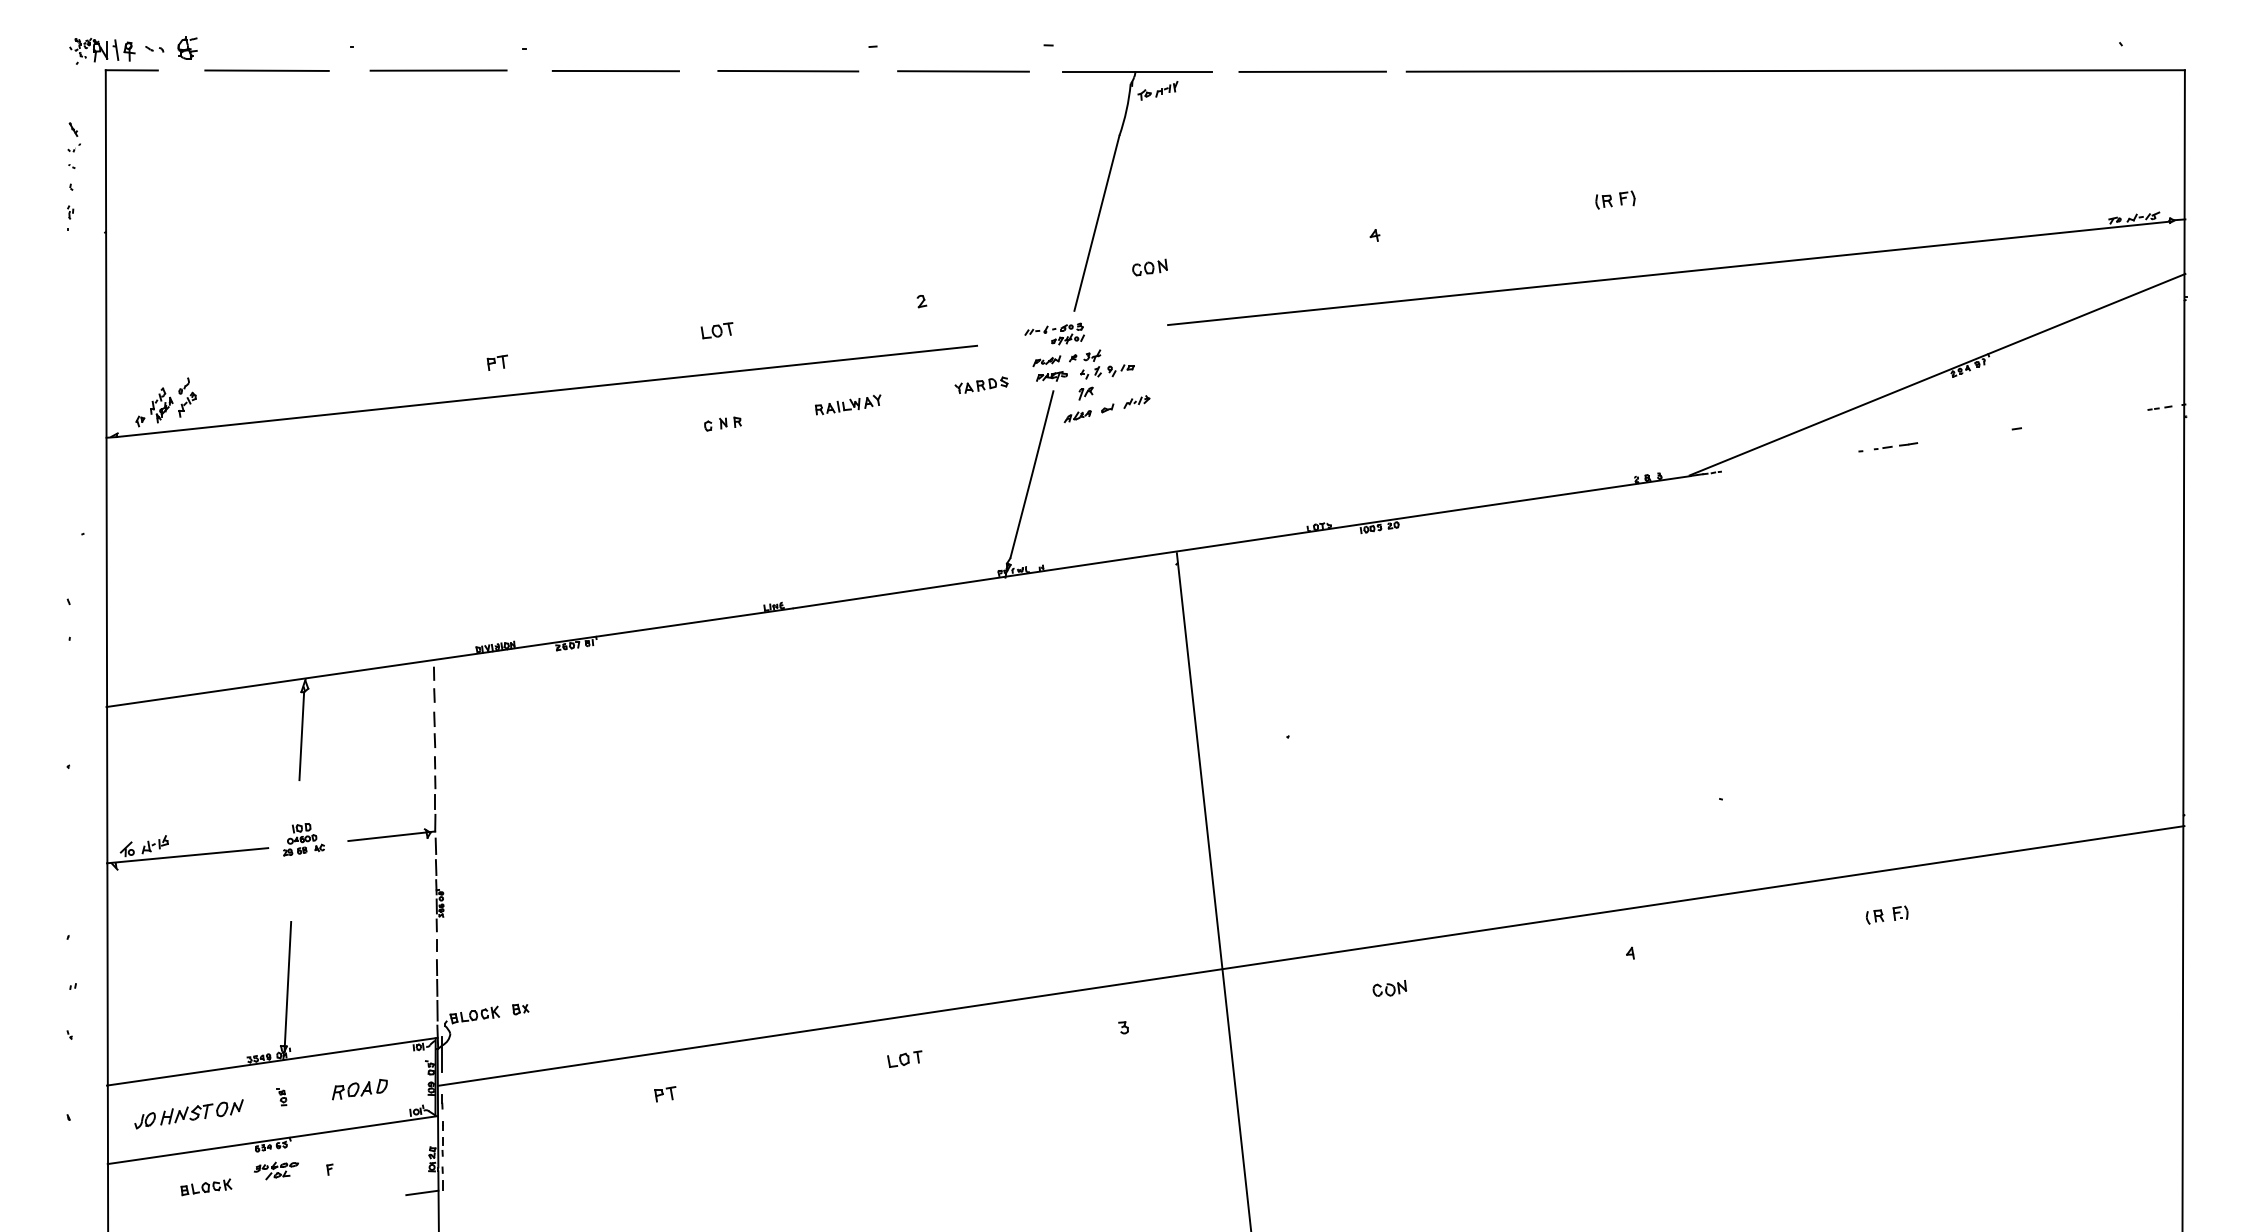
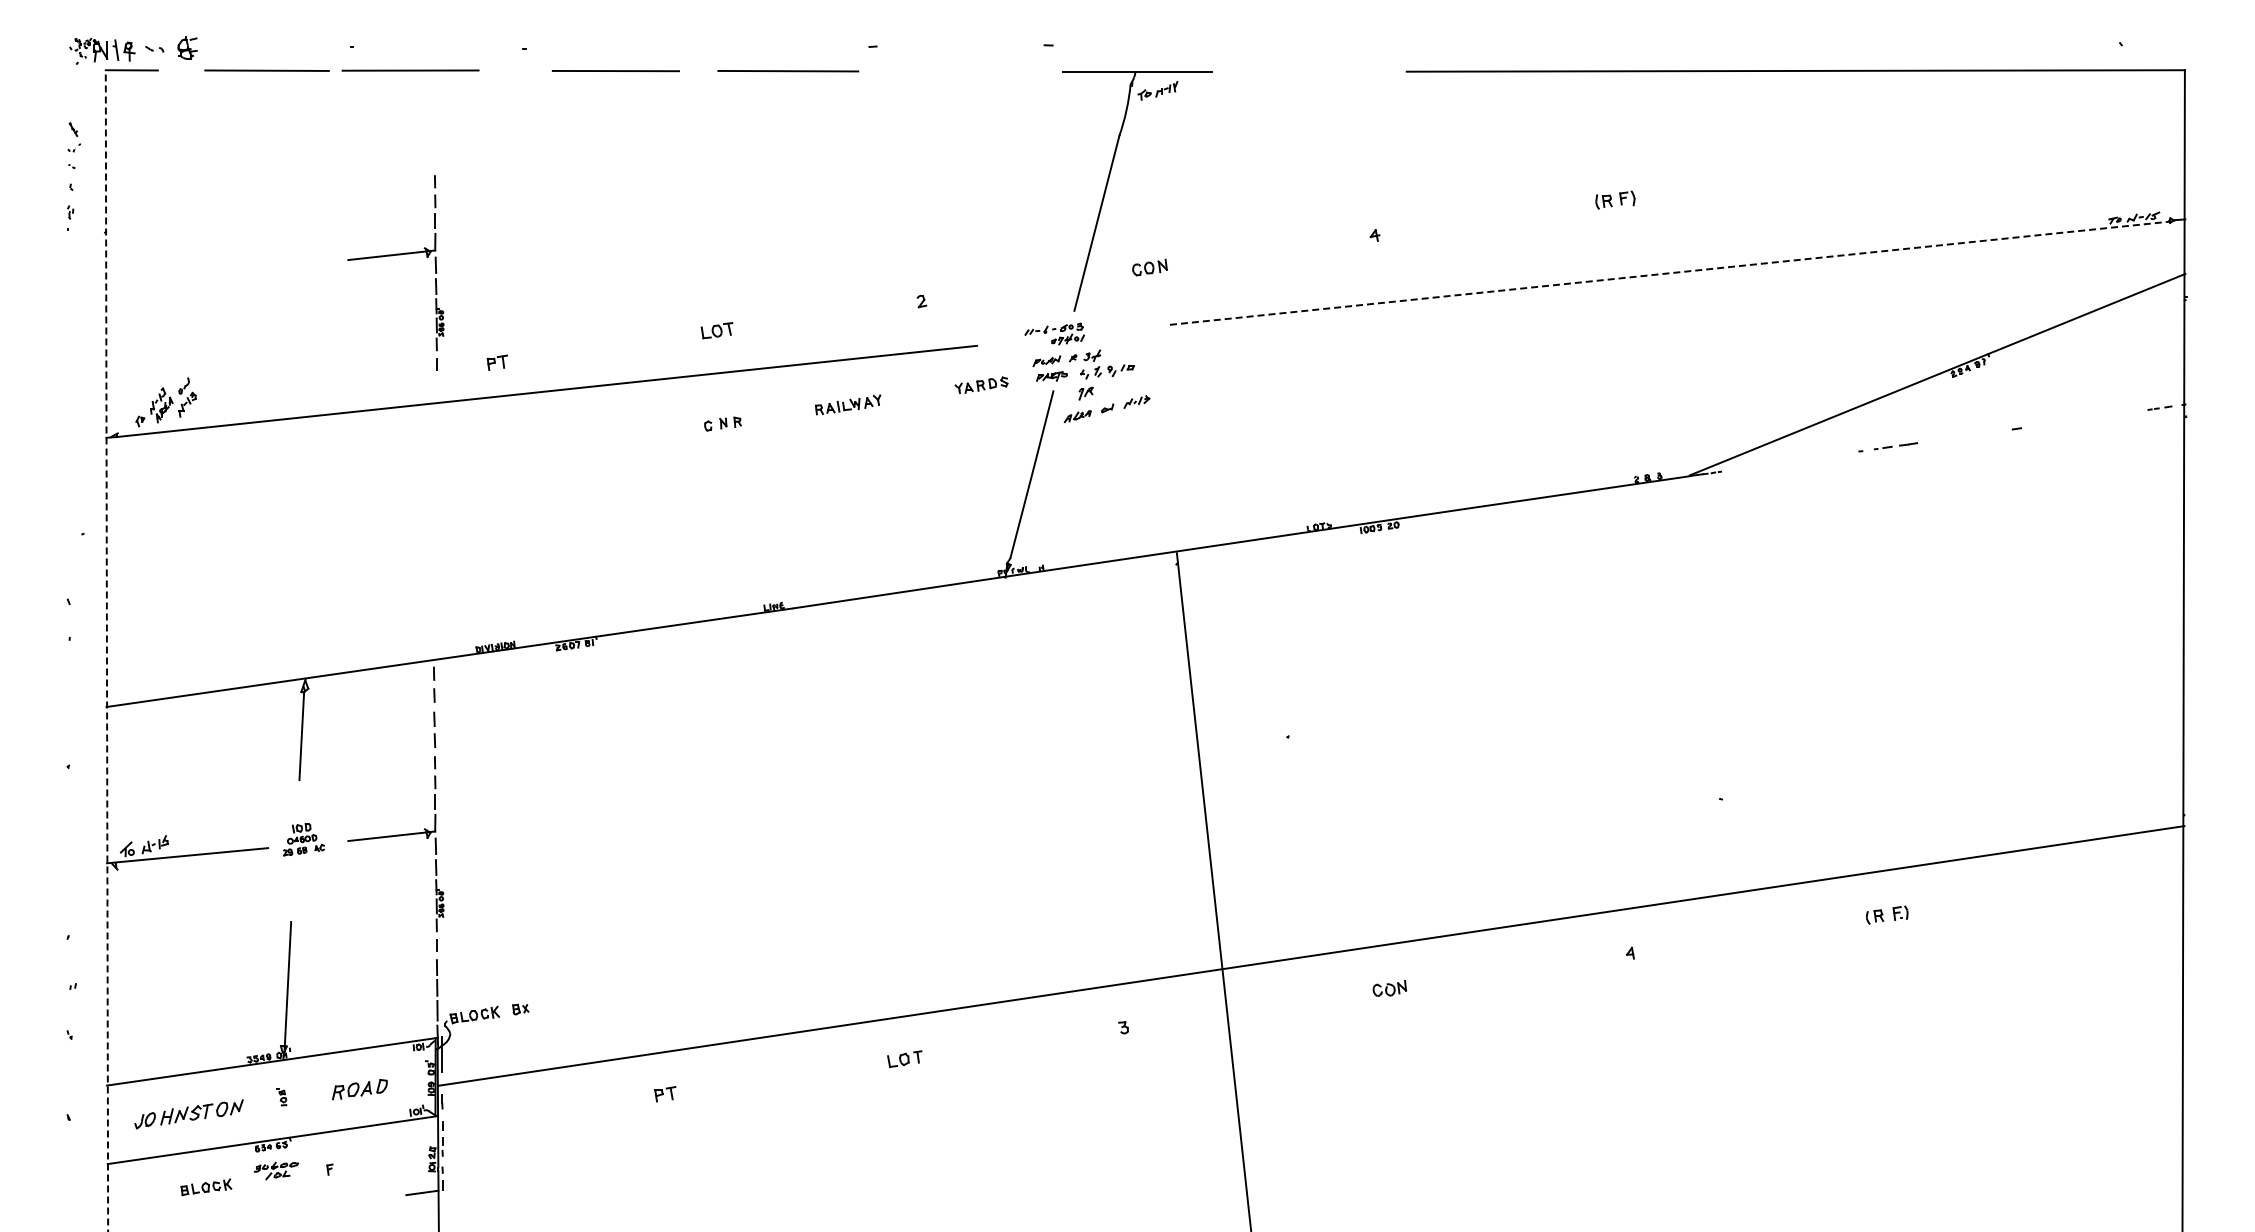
line at (438, 70) position: (438, 70) -> (410, 70)
line at (963, 71): present -> none
line at (1312, 71): present -> none
part at (392, 256): none -> present
line at (1670, 273): solid -> dashed
line at (106, 651): solid -> dashed
